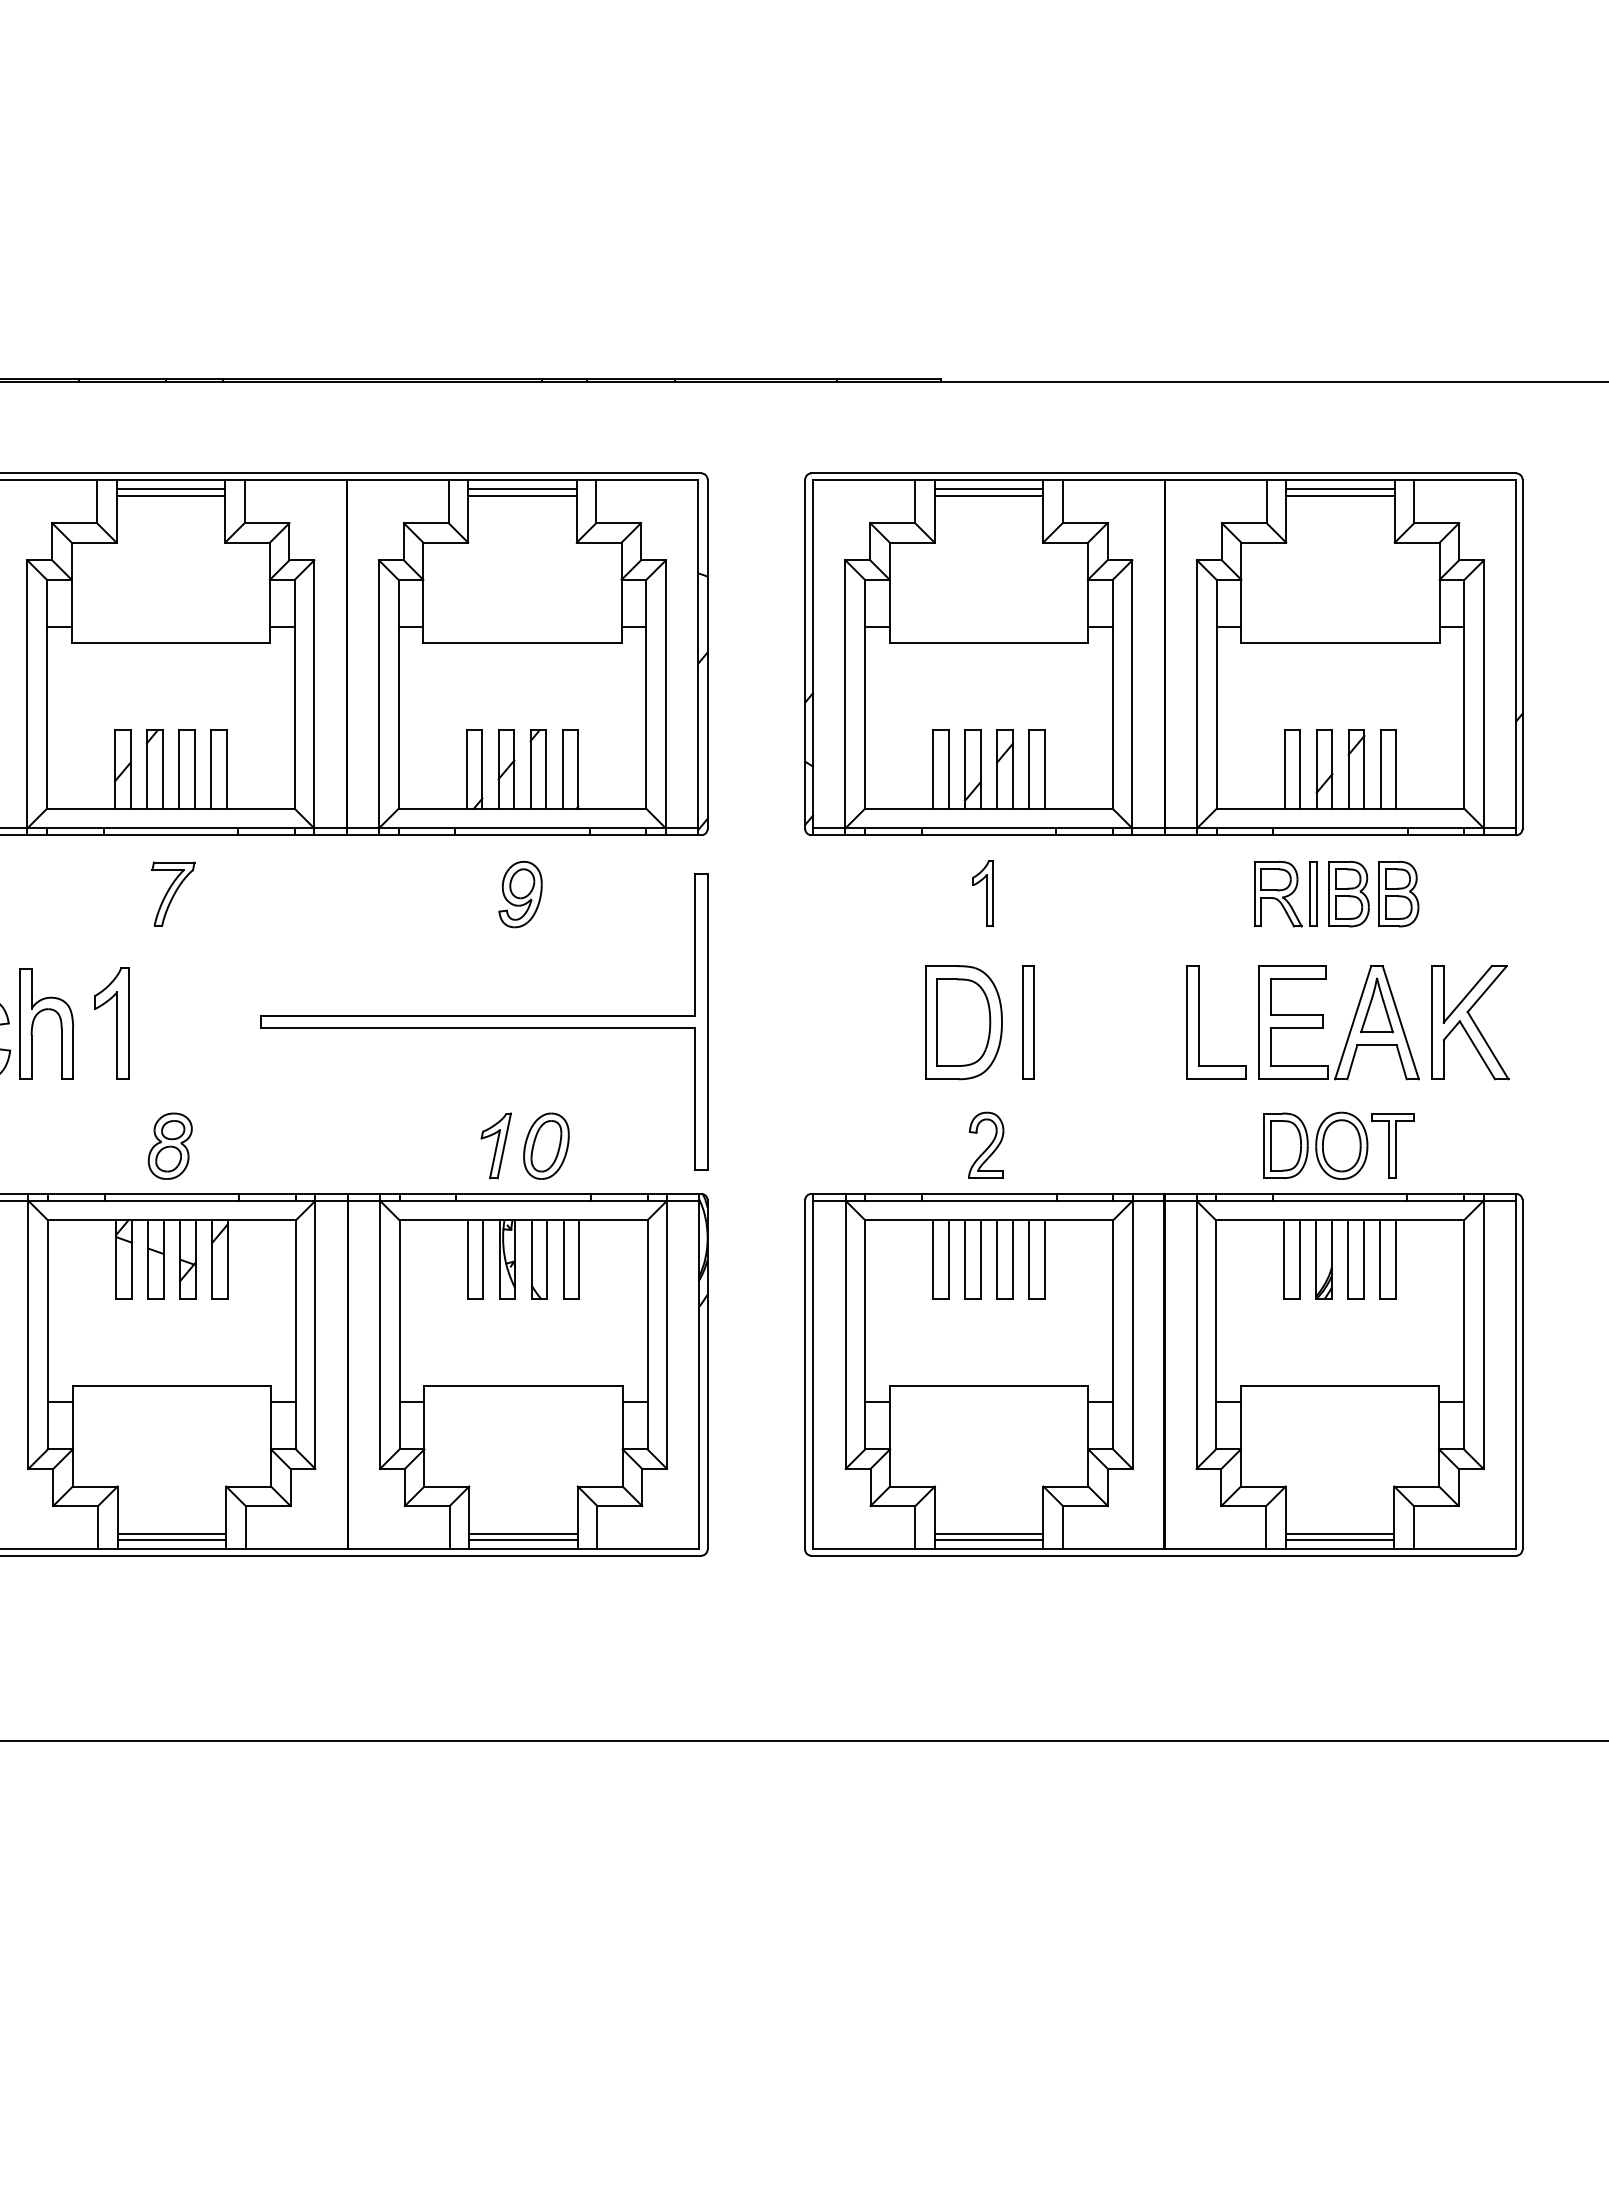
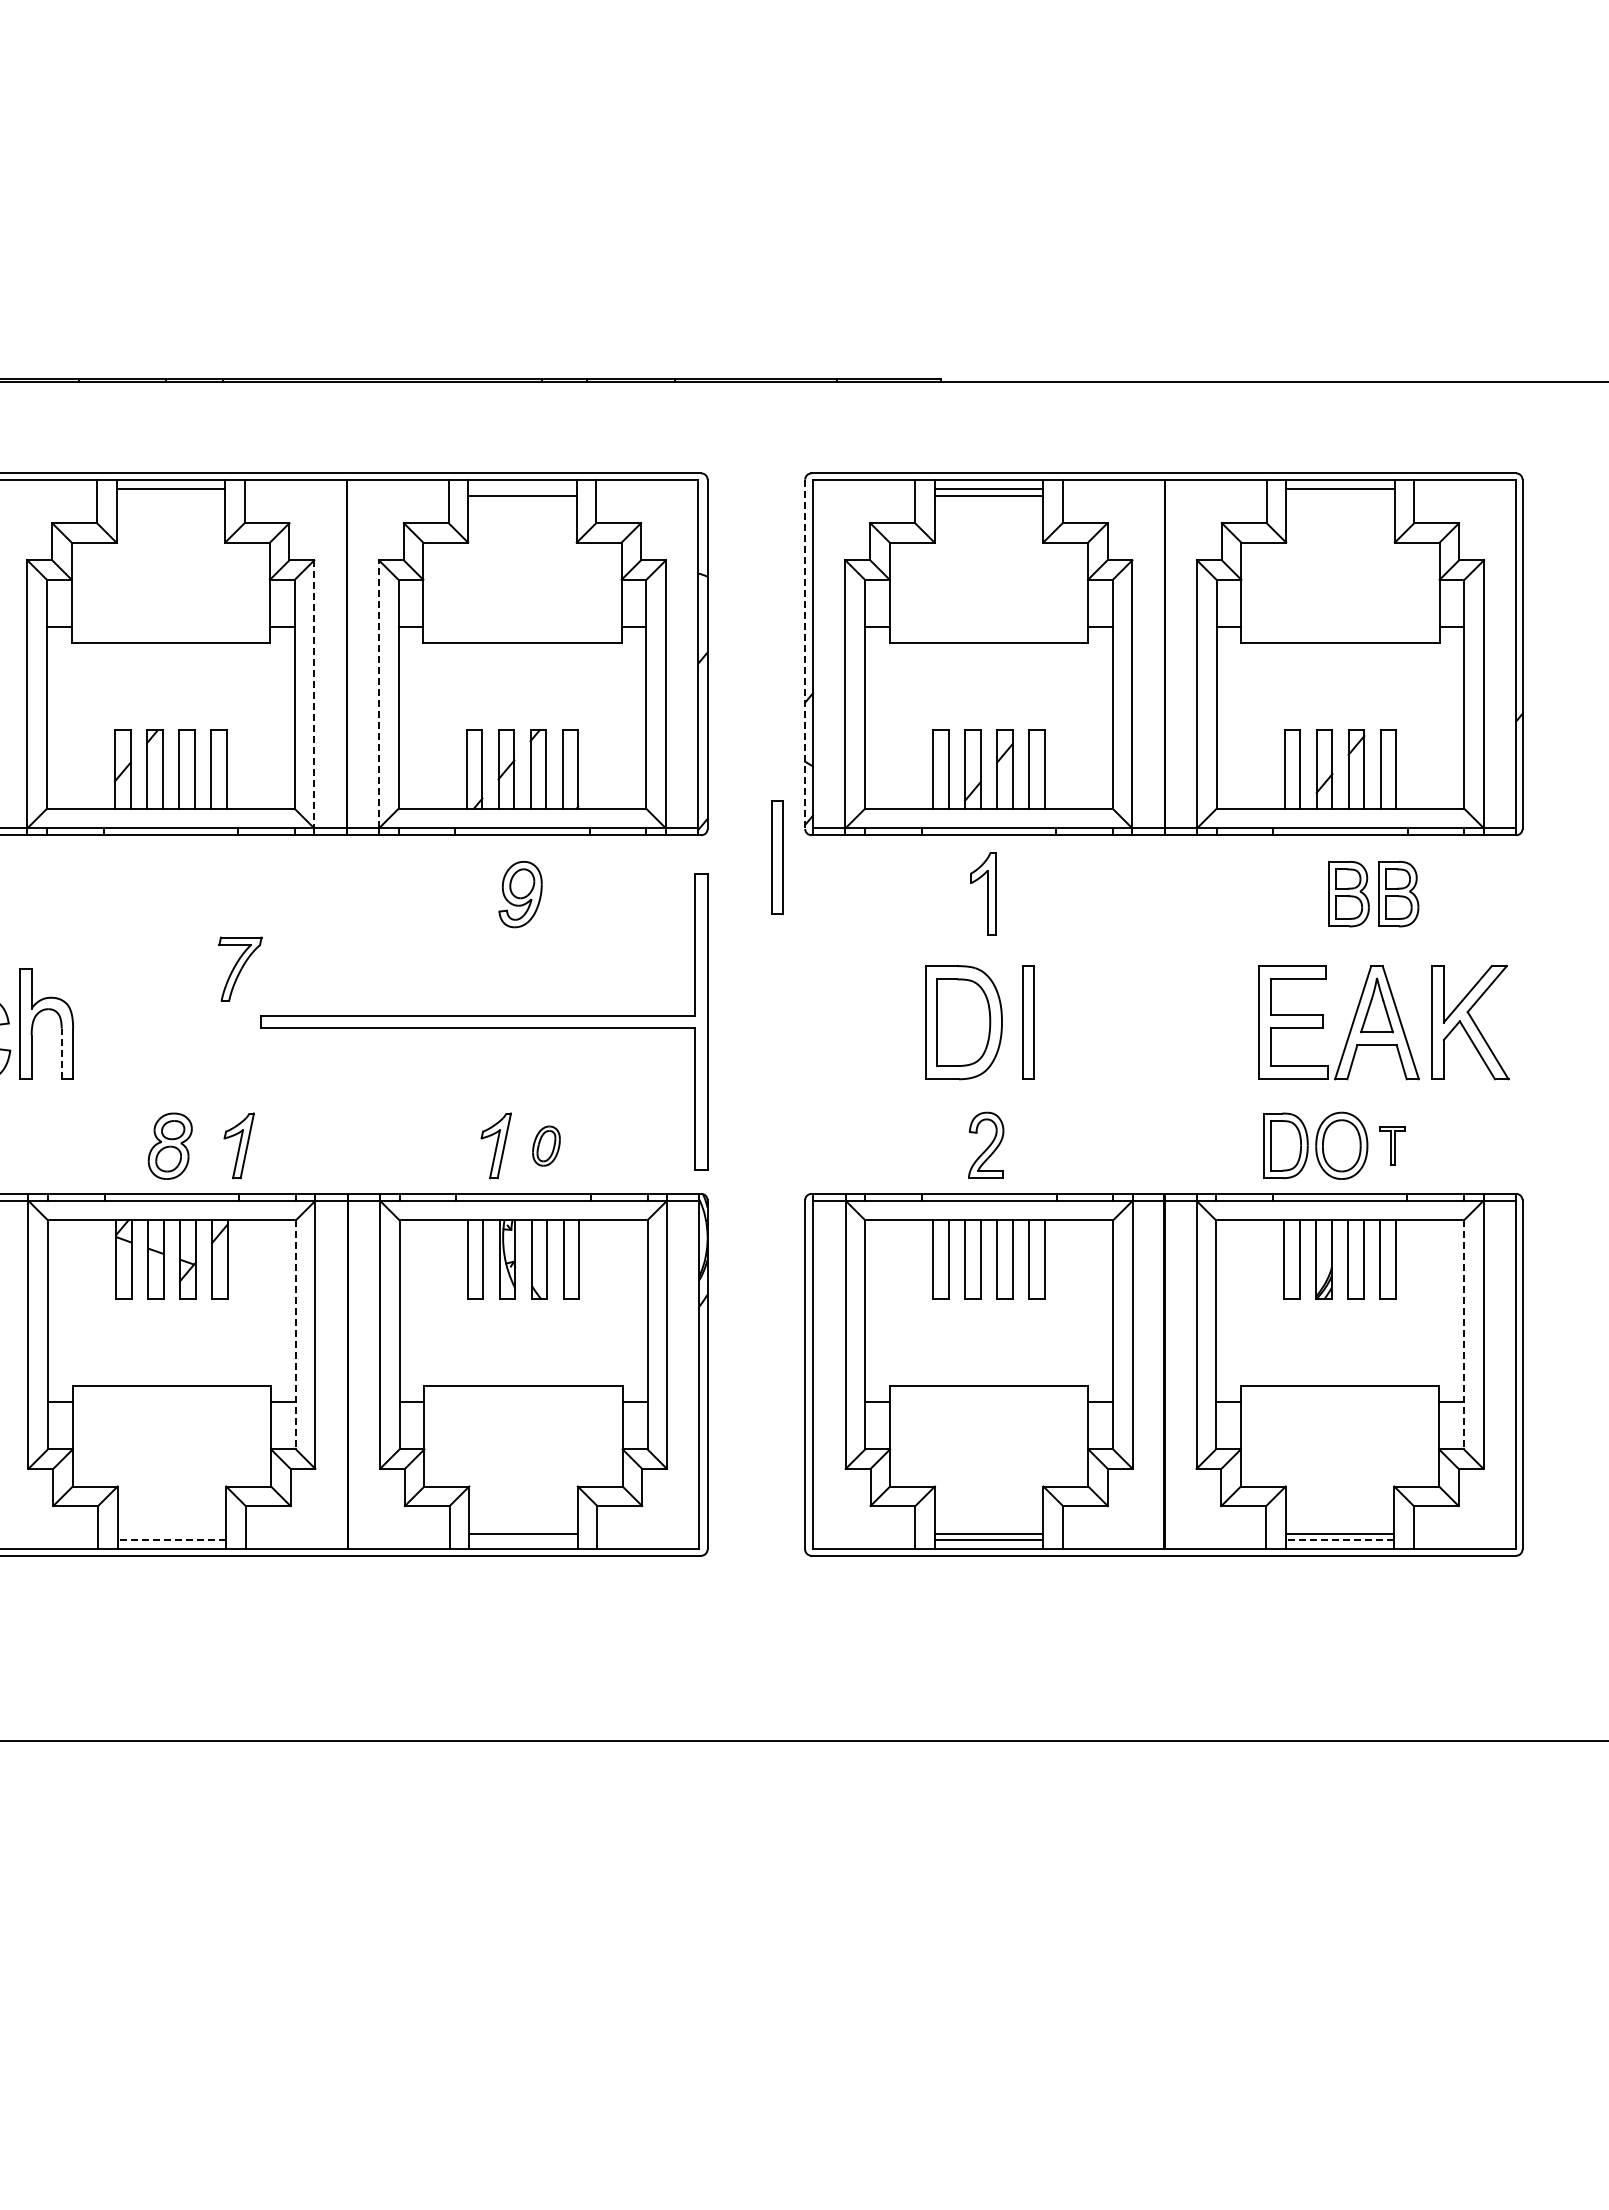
line at (522, 488): present -> none
line at (170, 495): present -> none
line at (1340, 495): present -> none
line at (805, 654): solid -> dashed
line at (378, 693): solid -> dashed
line at (314, 694): solid -> dashed
part at (777, 857): none -> present
part at (173, 893) position: (173, 893) -> (240, 968)
part at (982, 893) size: 22x67 px -> 27x84 px
part at (1285, 894): present -> none
part at (1199, 1022): present -> none
part at (111, 1023): present -> none
line at (61, 1053): solid -> dashed
part at (238, 1145): none -> present
part at (546, 1145) size: 47x68 px -> 29x42 px
part at (1392, 1145) size: 44x66 px -> 27x40 px
line at (295, 1334): solid -> dashed
line at (1463, 1334): solid -> dashed
line at (171, 1533): present -> none
line at (171, 1540): solid -> dashed
line at (523, 1540): present -> none
line at (1339, 1540): solid -> dashed
